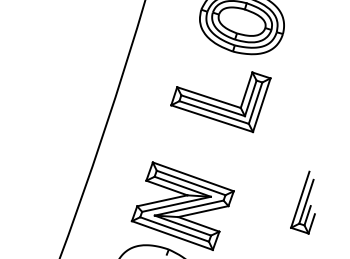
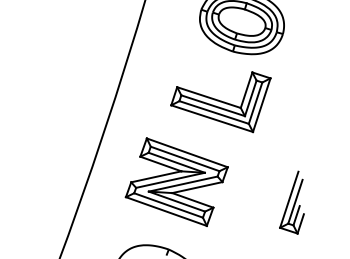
part at (302, 202) position: (302, 202) -> (291, 202)
part at (182, 205) position: (182, 205) -> (176, 181)
